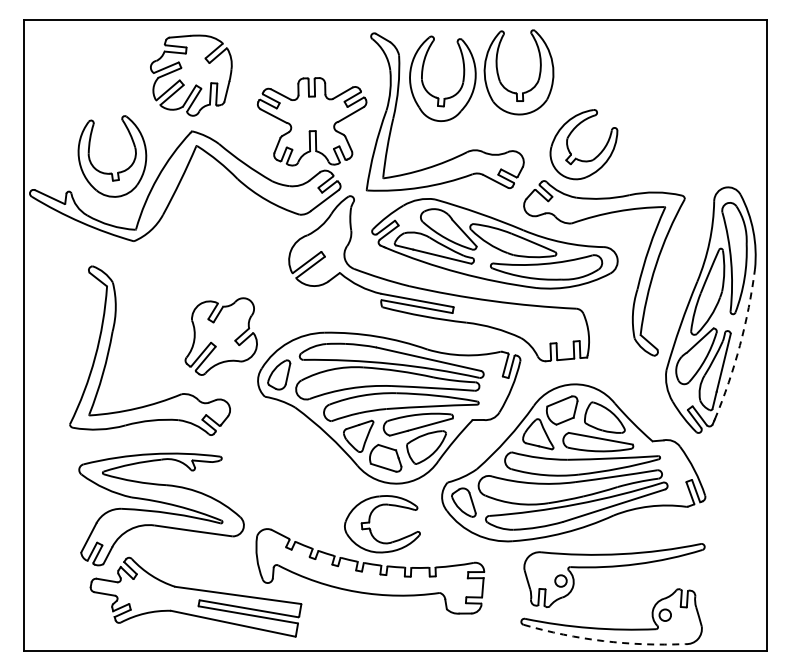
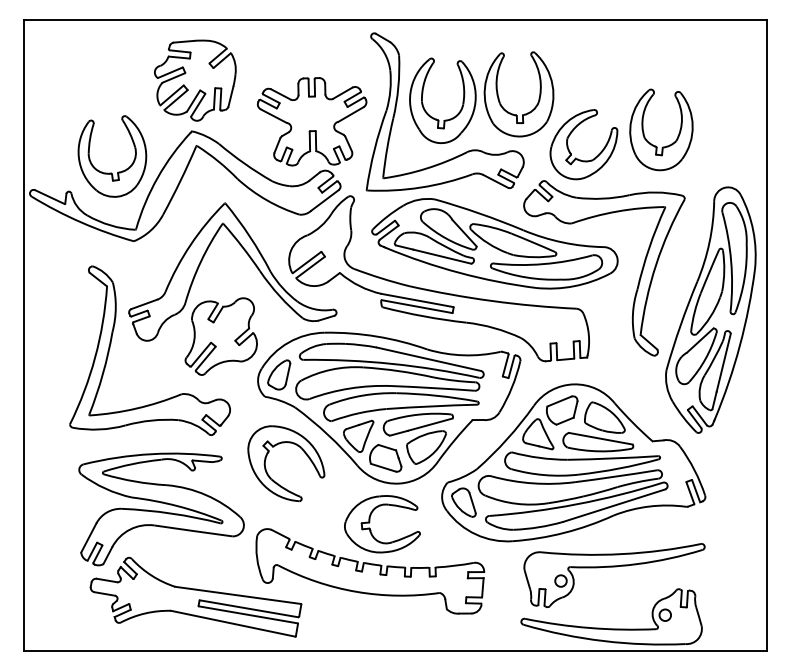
part at (191, 75) position: (191, 75) -> (195, 80)
part at (481, 75) position: (481, 75) -> (481, 97)
part at (666, 145): none -> present
part at (249, 258): none -> present
arc at (739, 345): dashed -> solid
part at (284, 443): none -> present
arc at (603, 641): dashed -> solid
